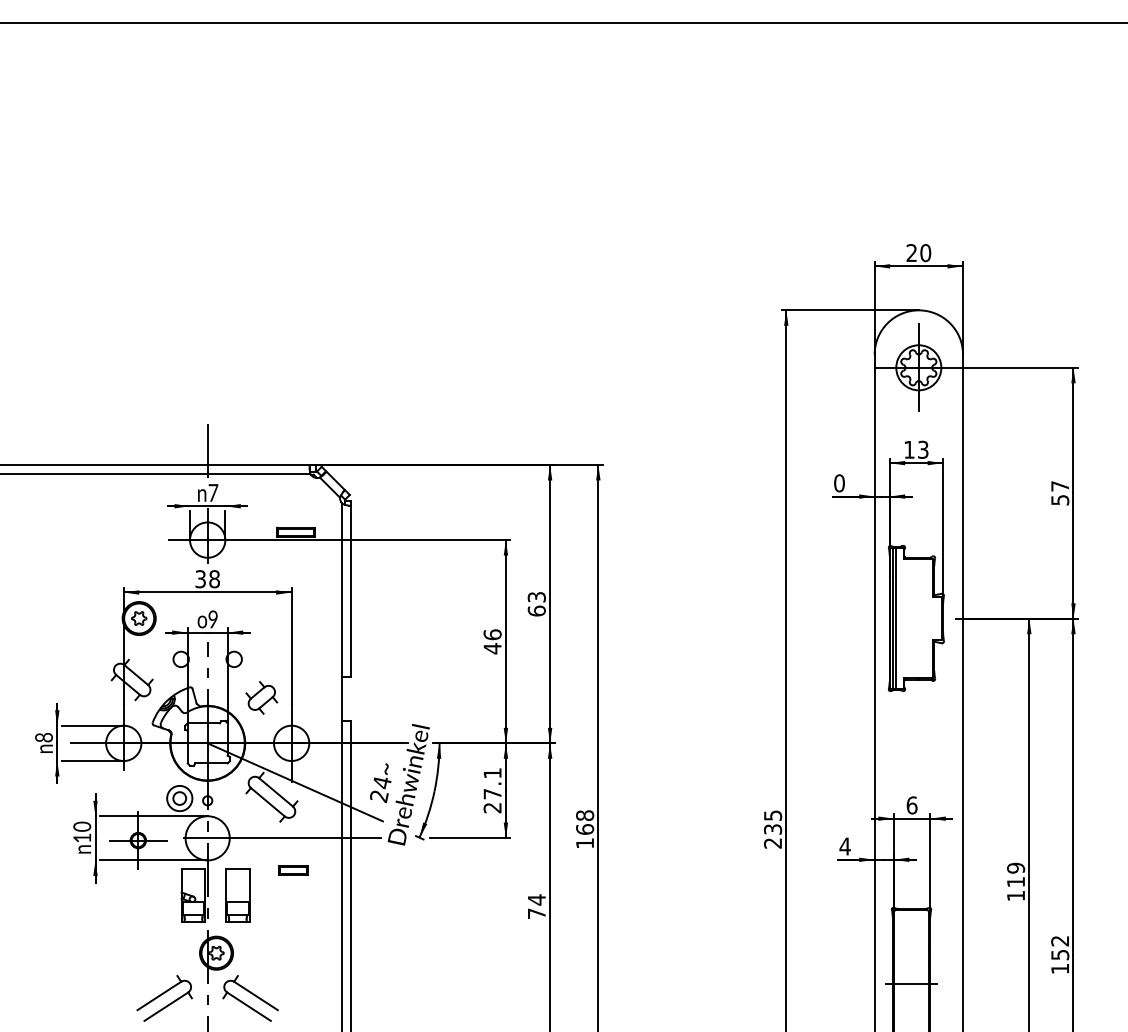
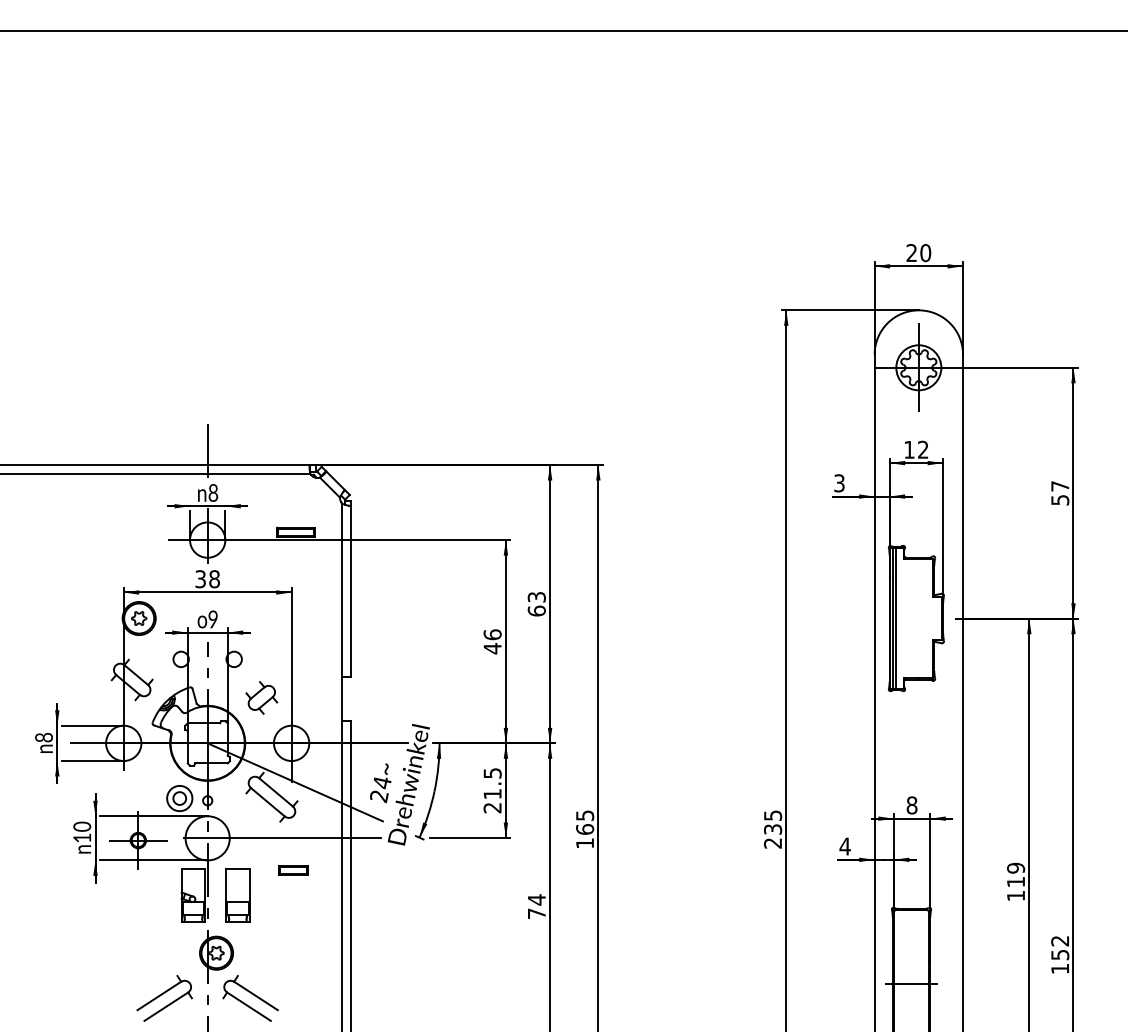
line at (563, 22) position: (563, 22) -> (563, 30)
text at (923, 449): 13 -> 12
text at (839, 483): 0 -> 3
text at (213, 492): 7 -> 8
text at (492, 783): 27.1 -> 21.5
text at (911, 805): 6 -> 8
text at (585, 815): 168 -> 165
